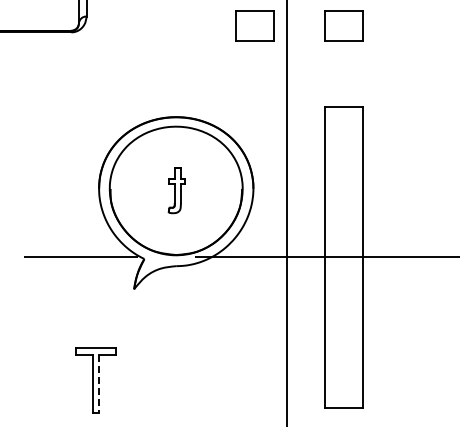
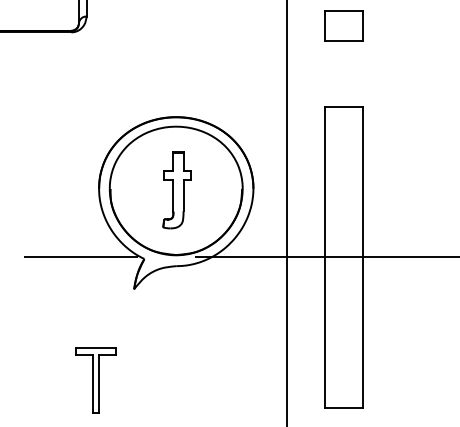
part at (254, 25): present -> none
part at (176, 190) size: 19x48 px -> 30x79 px
line at (99, 384): dashed -> solid
